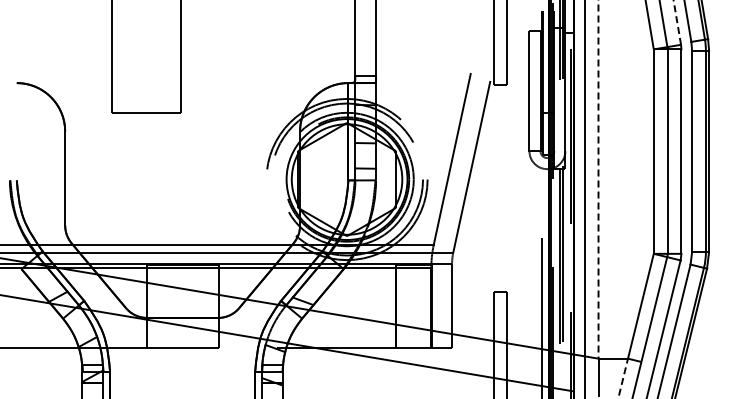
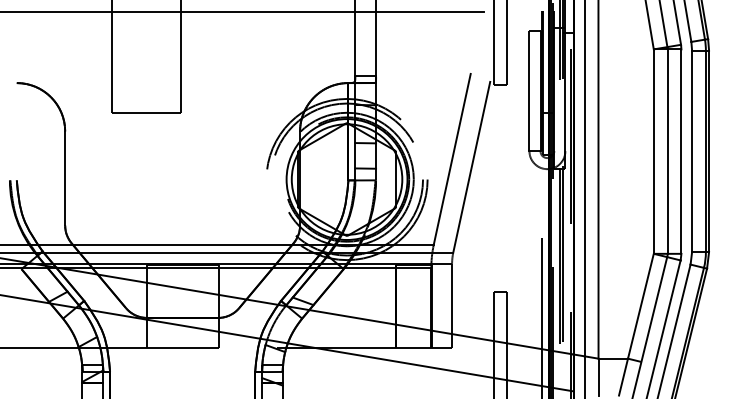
line at (242, 12): none -> present
line at (677, 22): dashed -> solid
line at (598, 179): dashed -> solid
line at (623, 377): dashed -> solid
